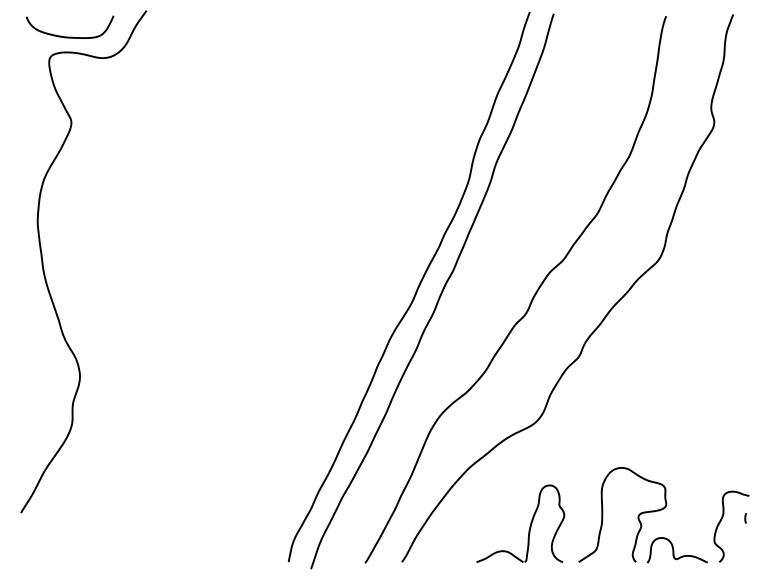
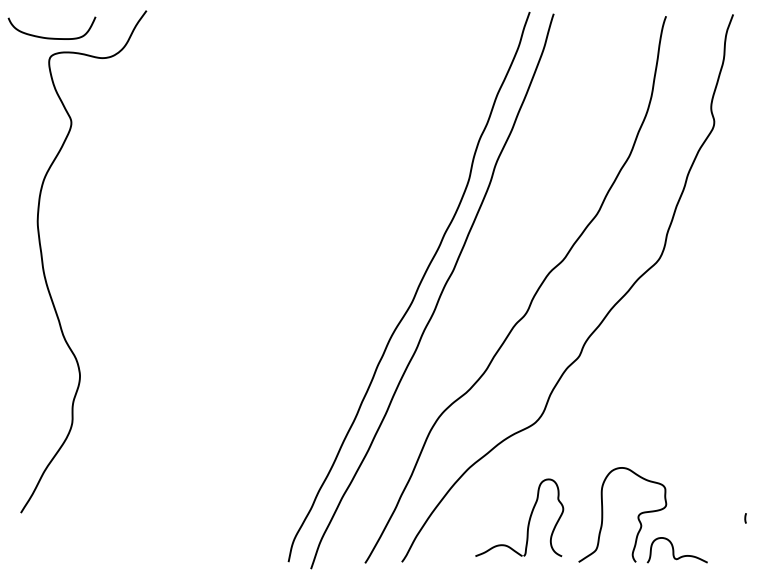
curve at (69, 36) position: (69, 36) -> (51, 37)
curve at (721, 521): present -> none
part at (529, 526) position: (529, 526) -> (528, 520)
